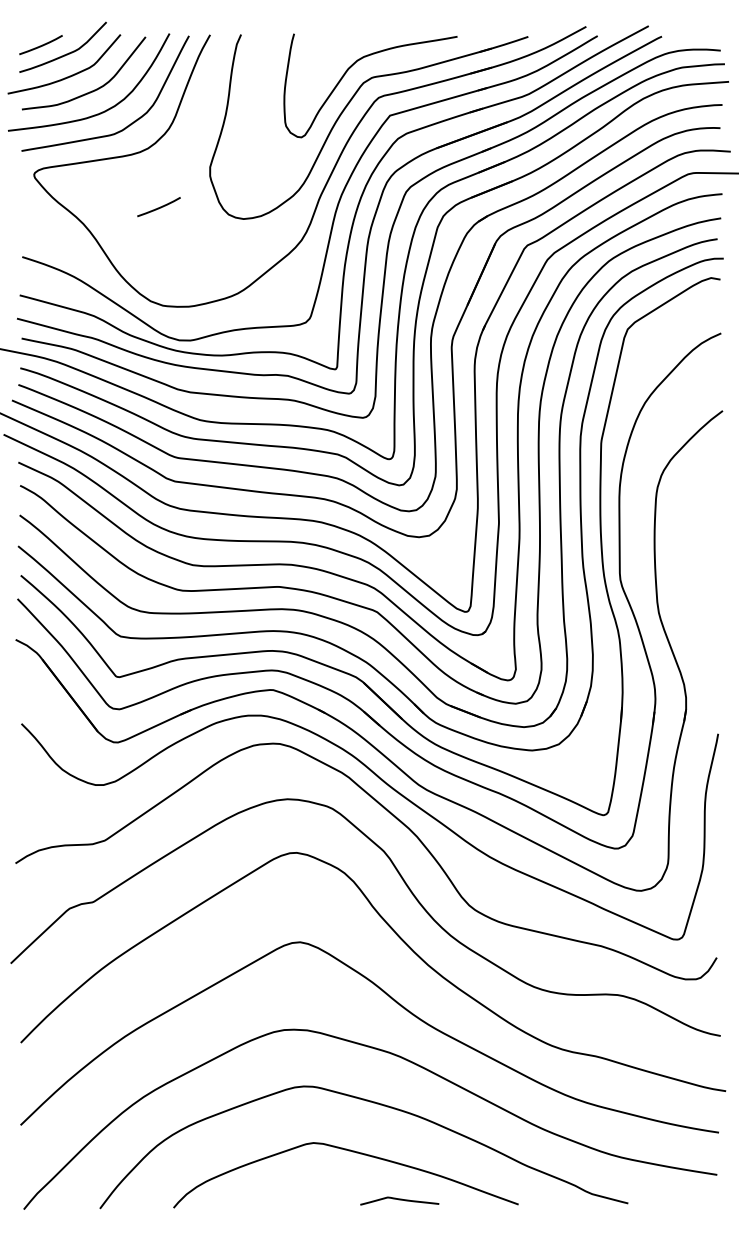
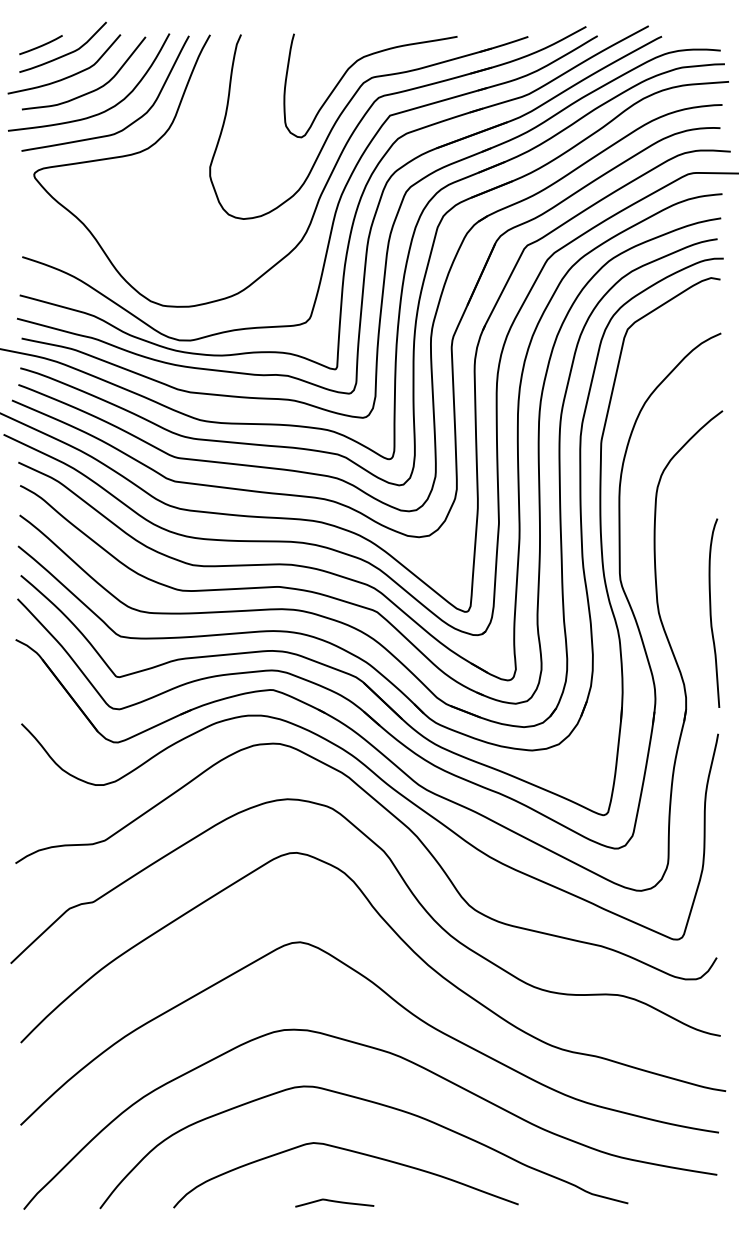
line at (158, 207): present -> none
curve at (711, 612): none -> present
curve at (399, 1200) position: (399, 1200) -> (334, 1202)
